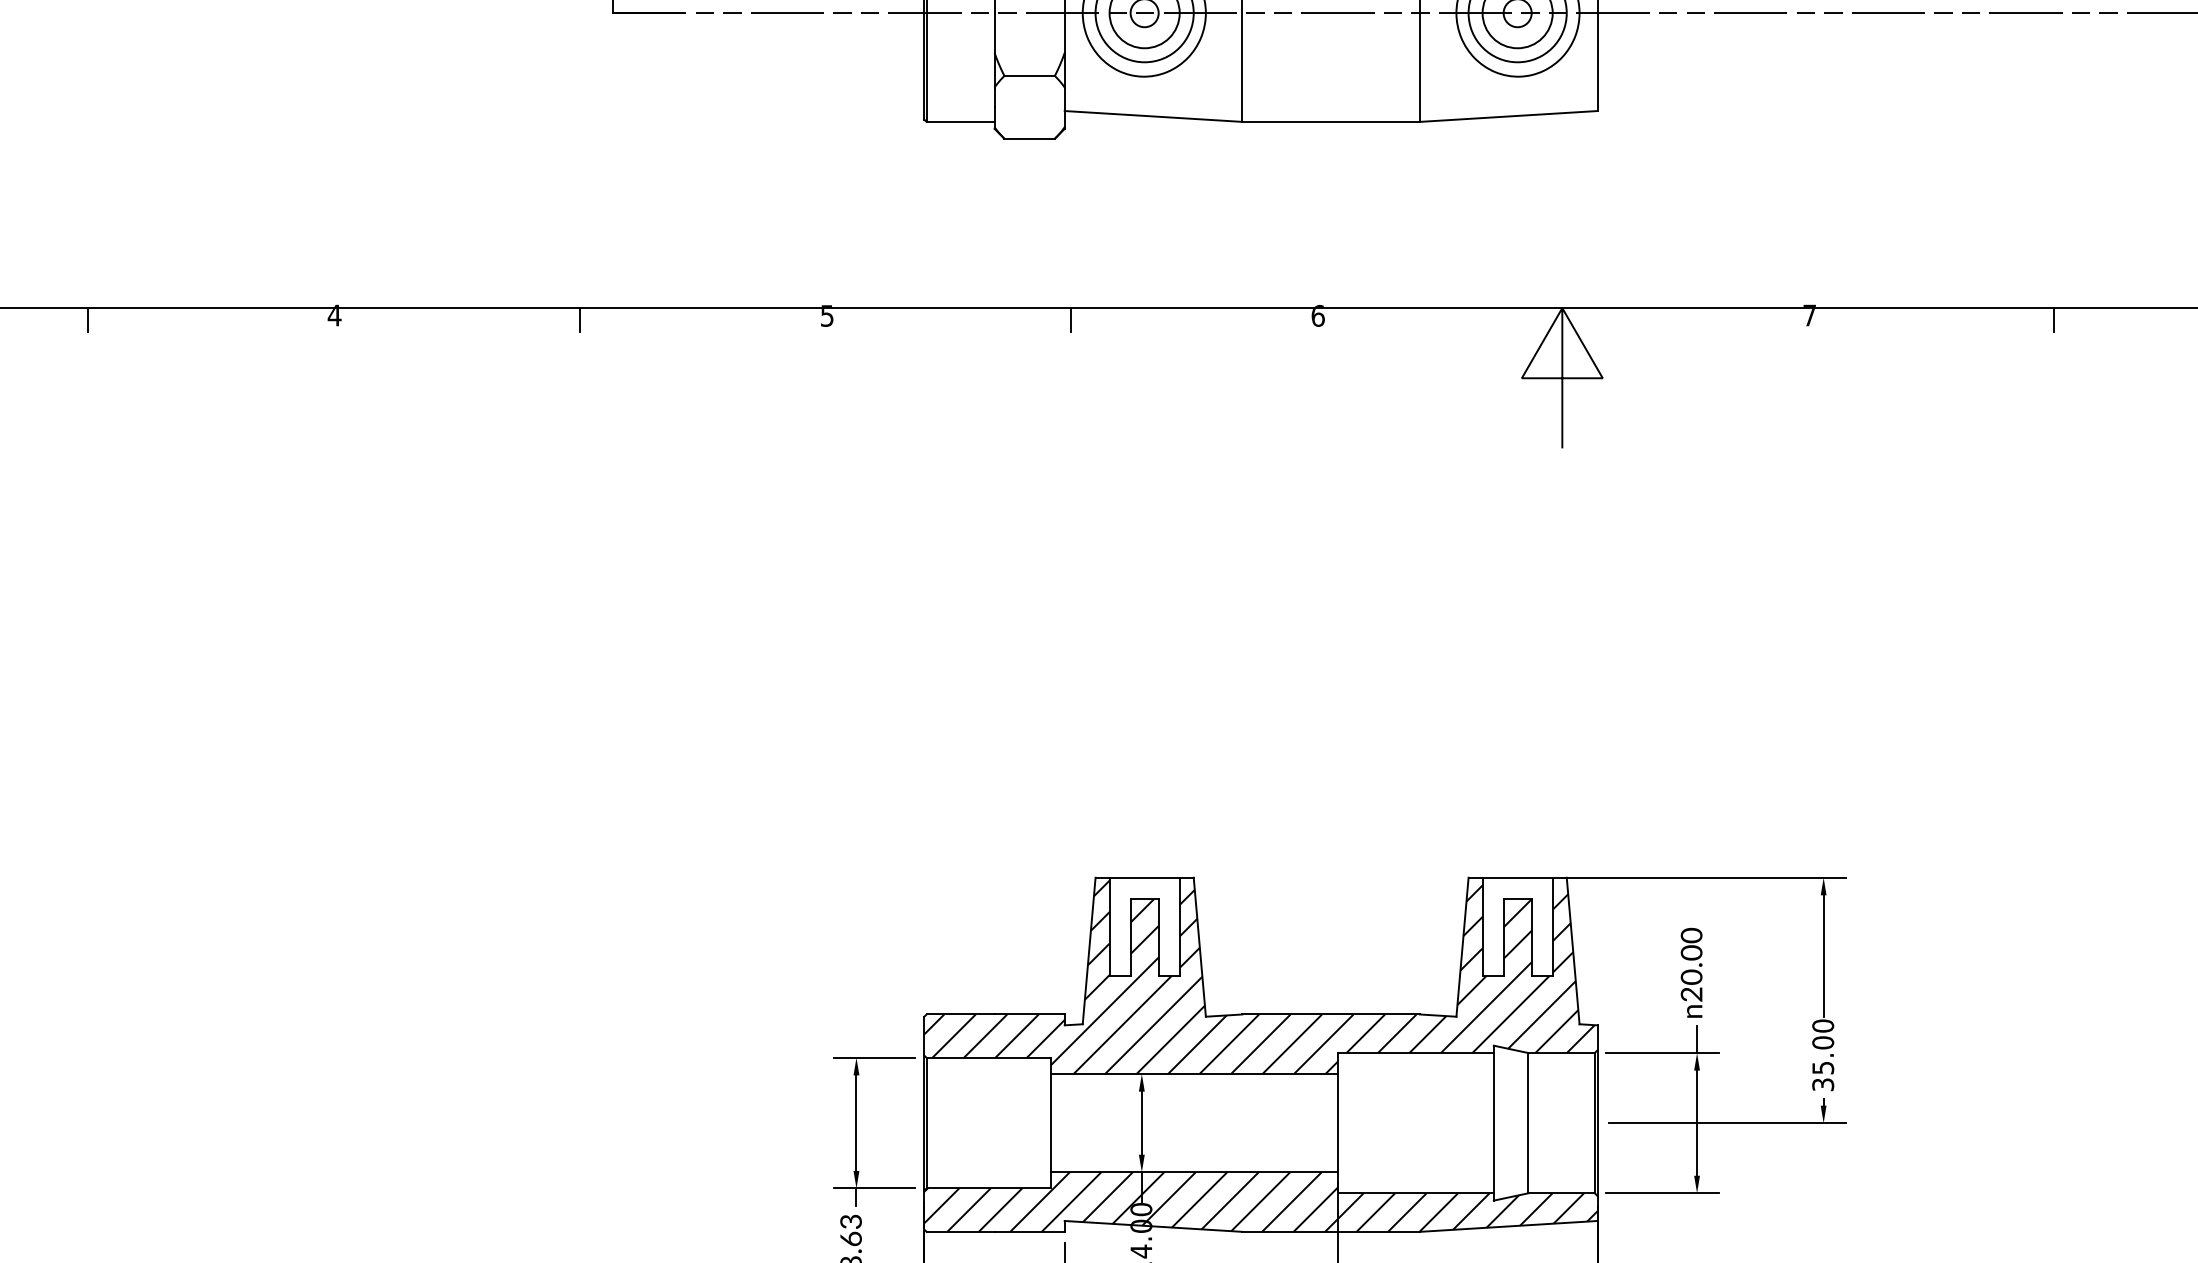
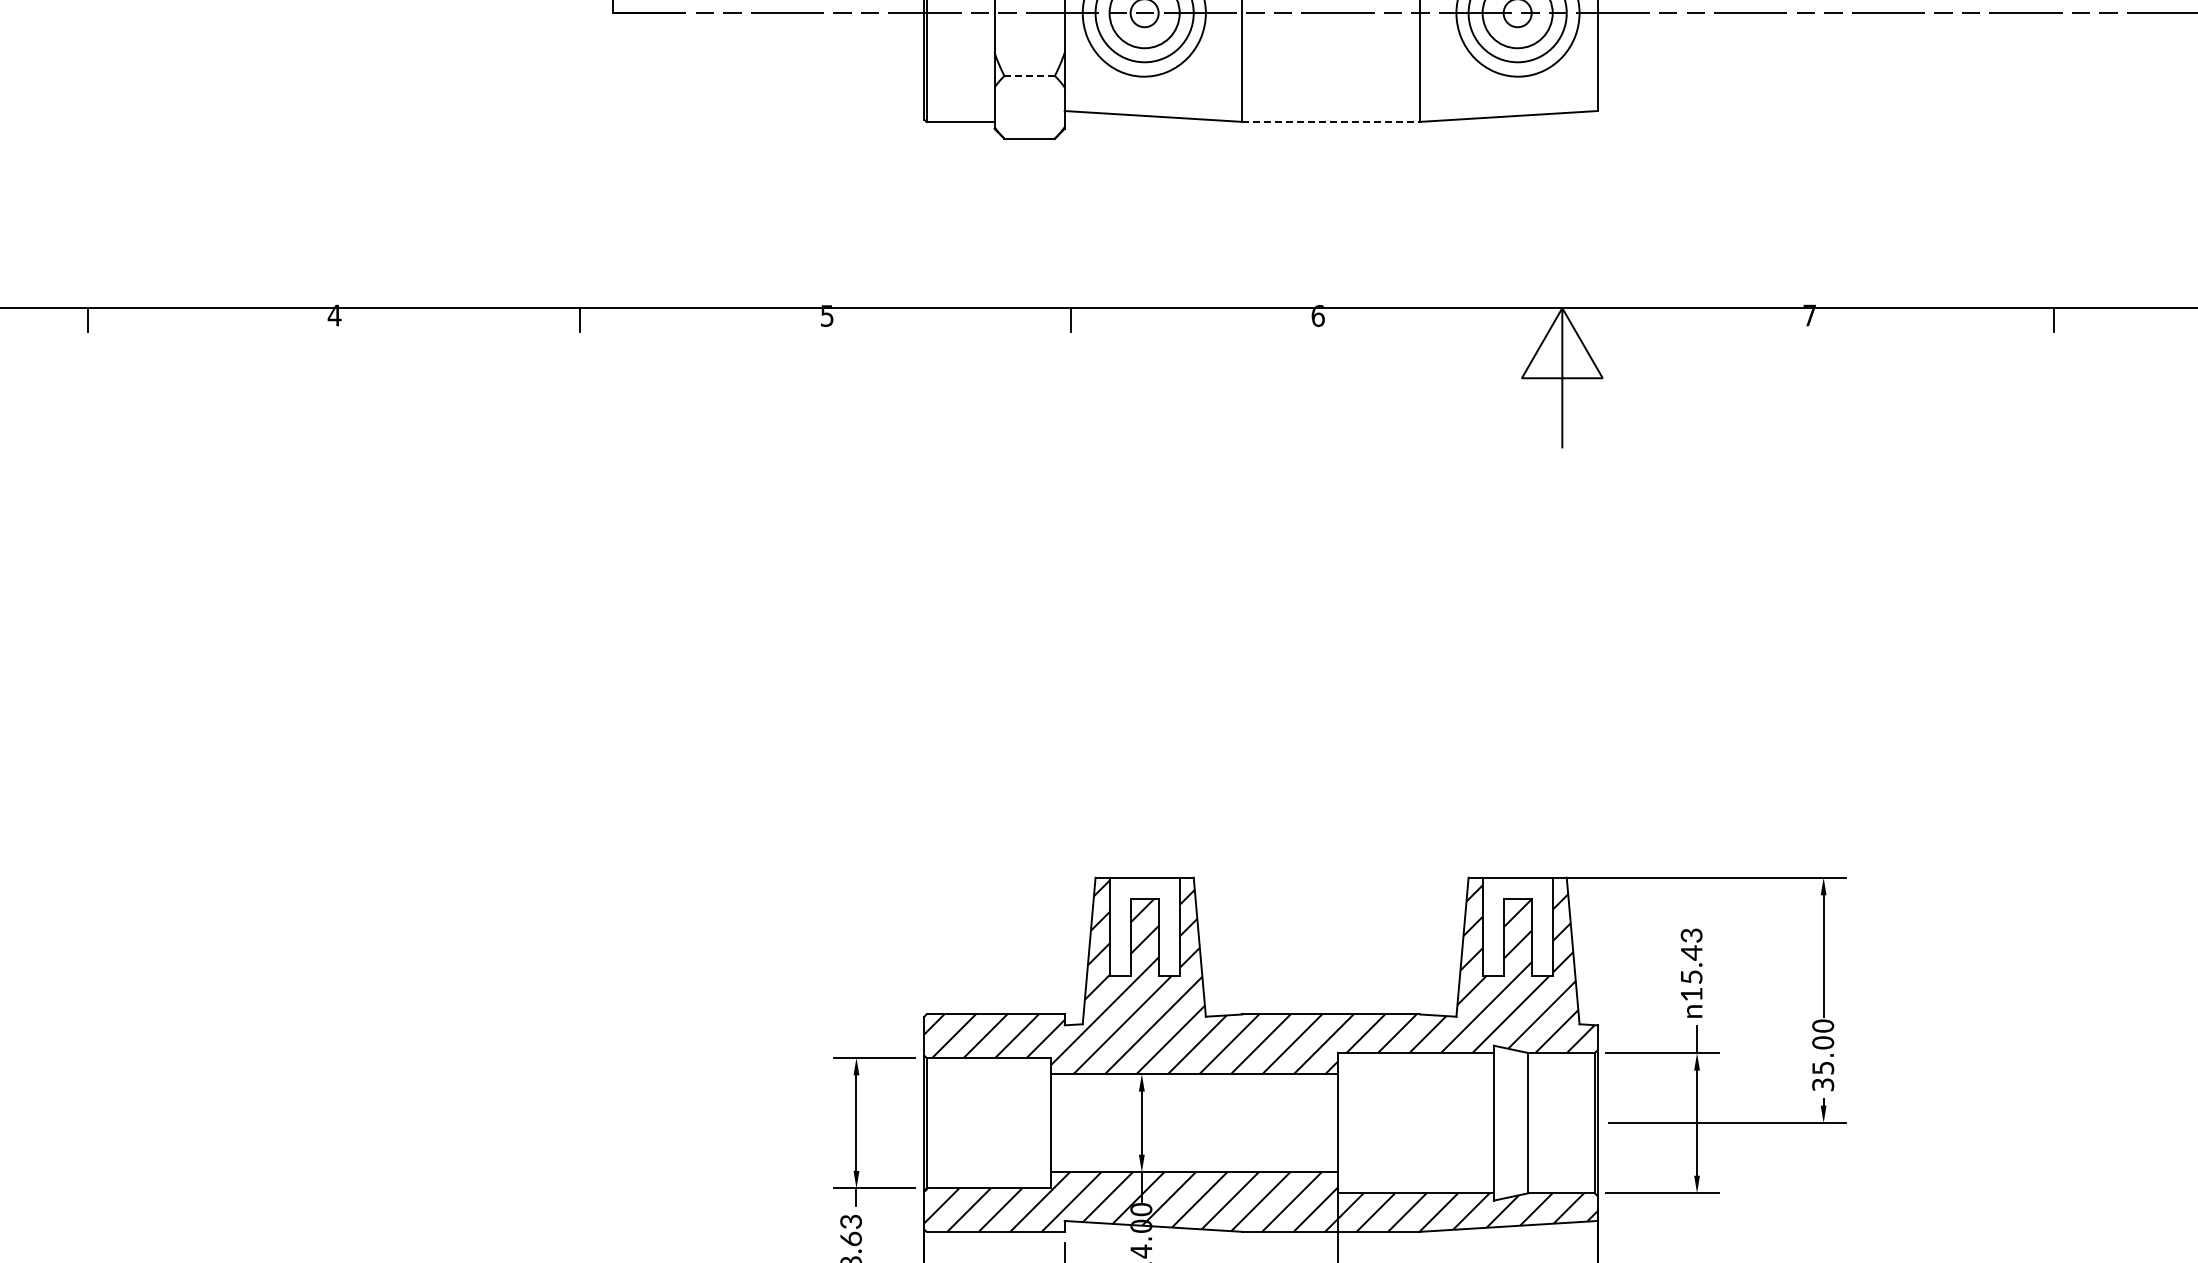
line at (1029, 75): solid -> dashed
line at (1331, 121): solid -> dashed
text at (1691, 964): 20.00 -> 15.43
